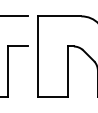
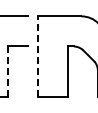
line at (37, 55): solid -> dashed
line at (7, 71): solid -> dashed
